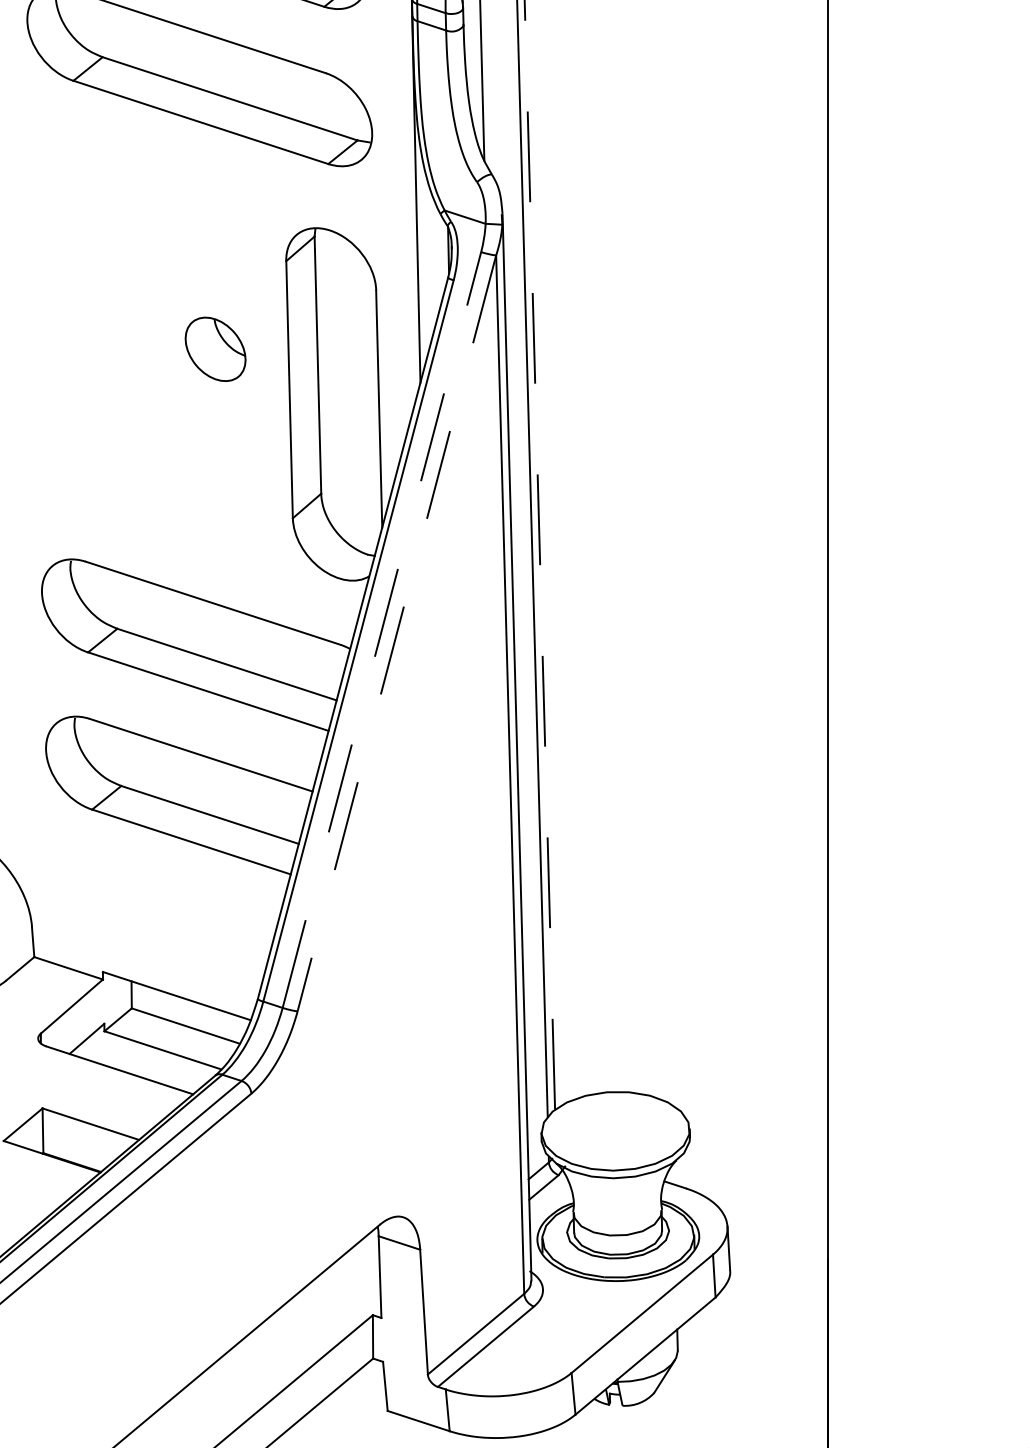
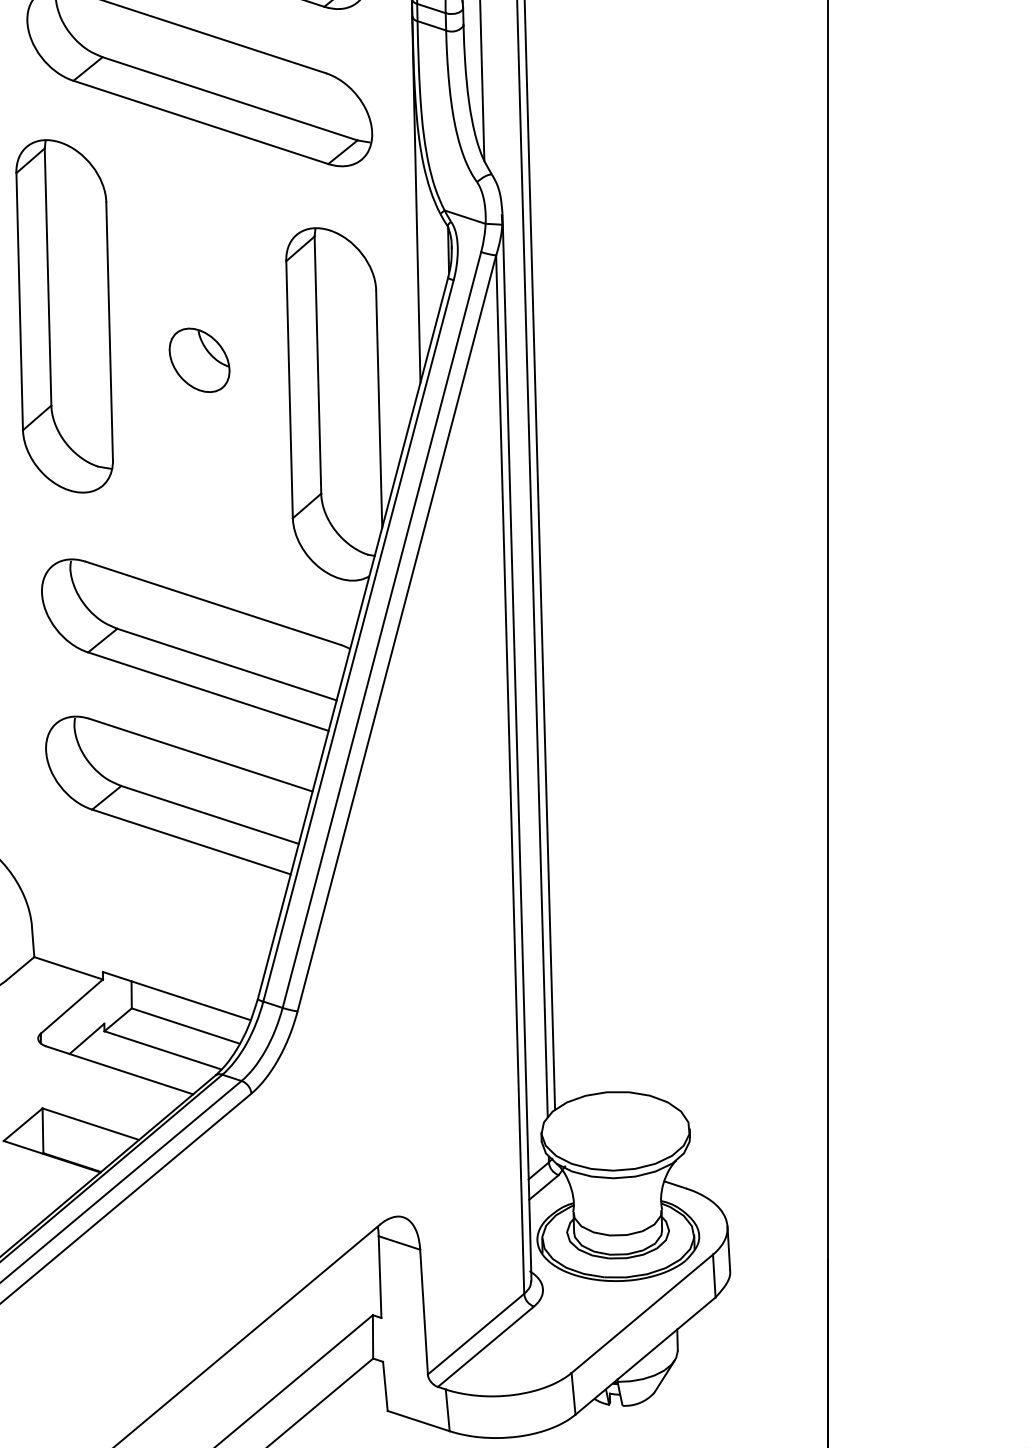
part at (64, 316): none -> present
part at (215, 348) position: (215, 348) -> (199, 359)
line at (539, 555): dashed -> solid
line at (381, 630): dashed -> solid
line at (396, 633): dashed -> solid
